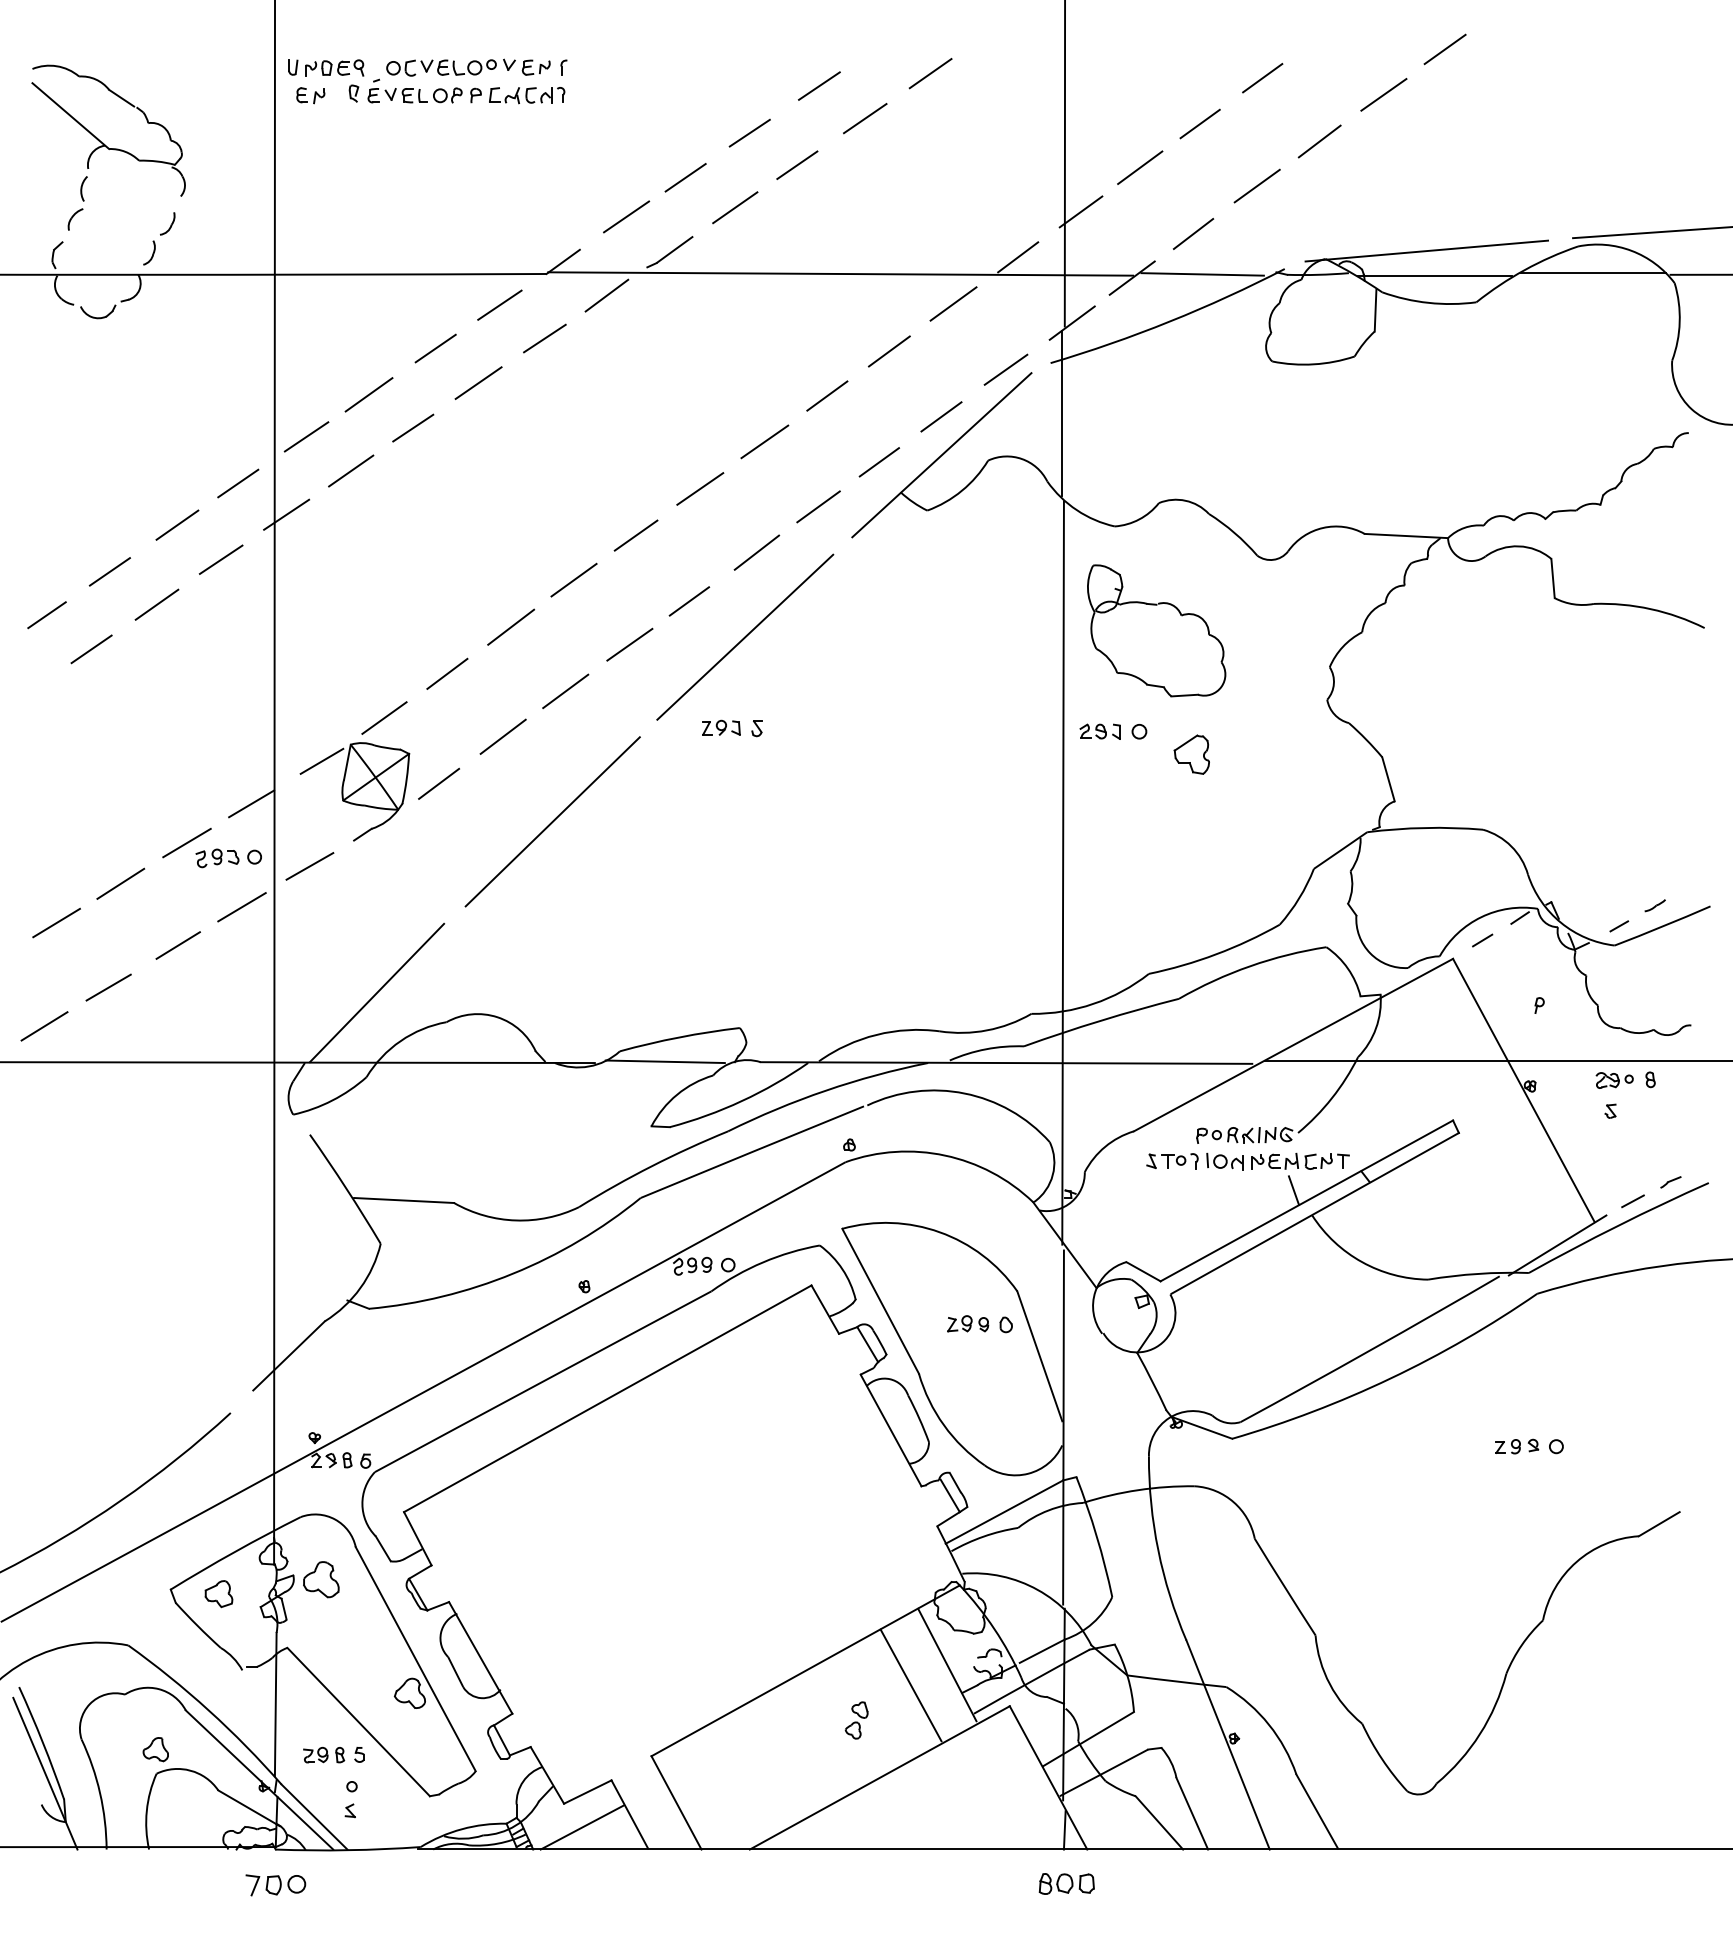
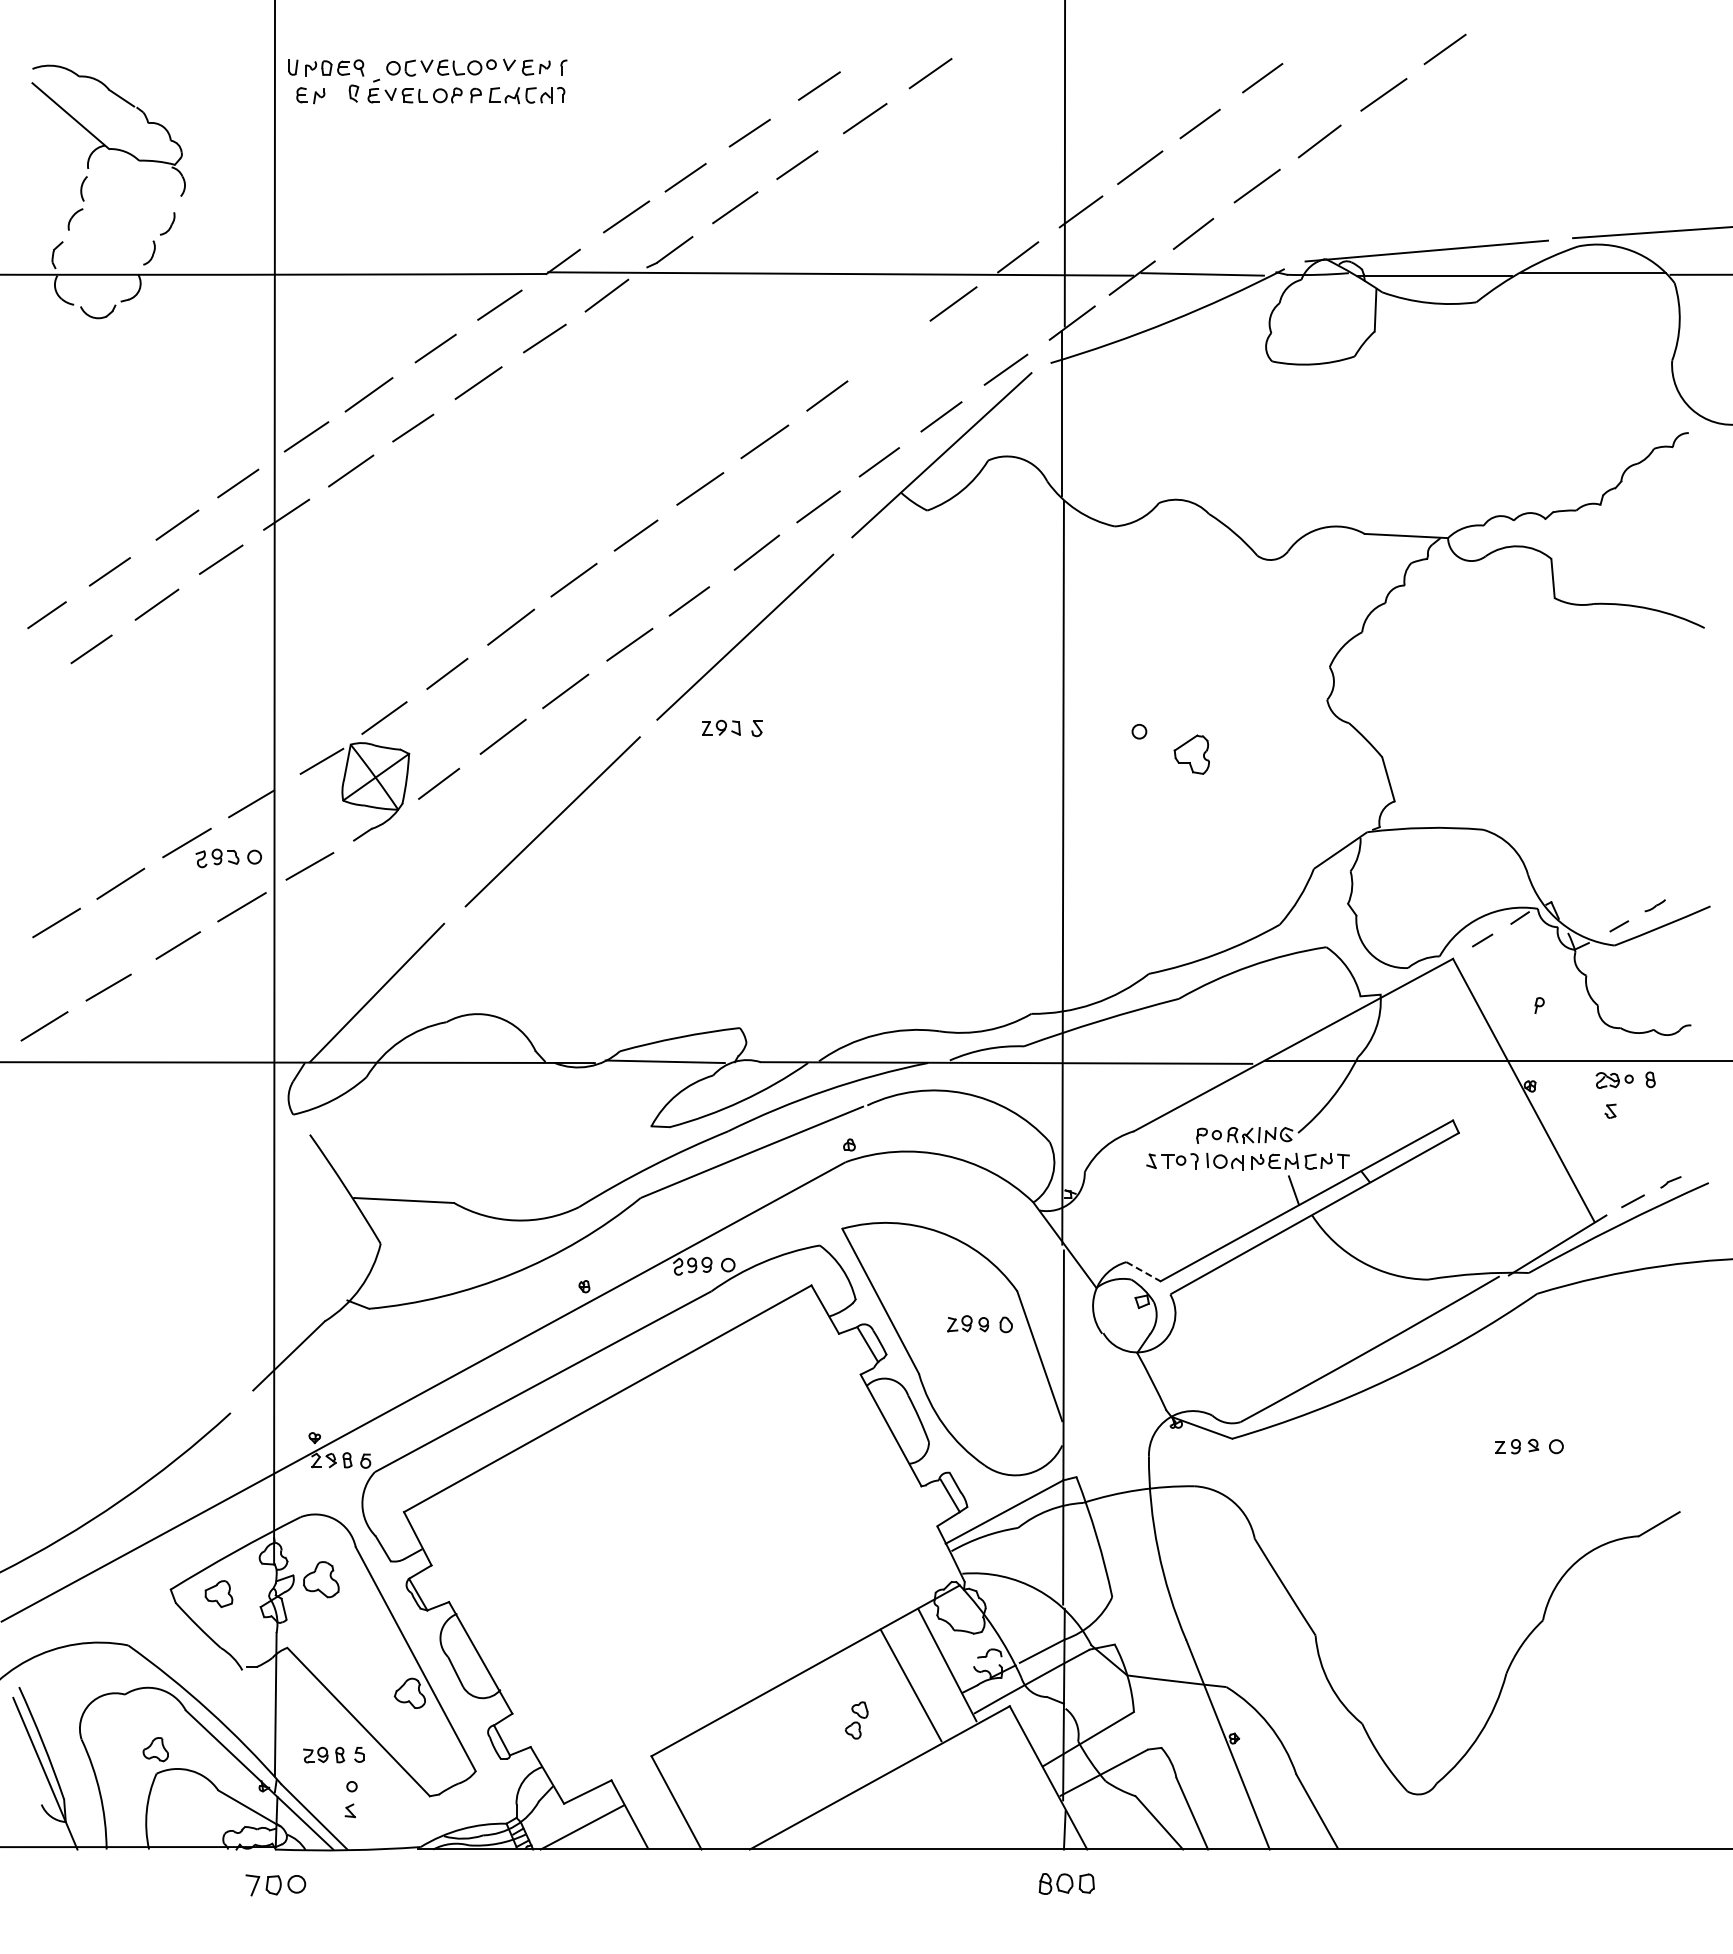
line at (888, 351): present -> none
part at (1156, 630): present -> none
part at (1099, 731): present -> none
line at (1143, 1271): solid -> dashed
